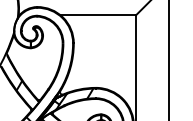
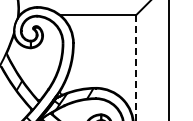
line at (135, 68): solid -> dashed
